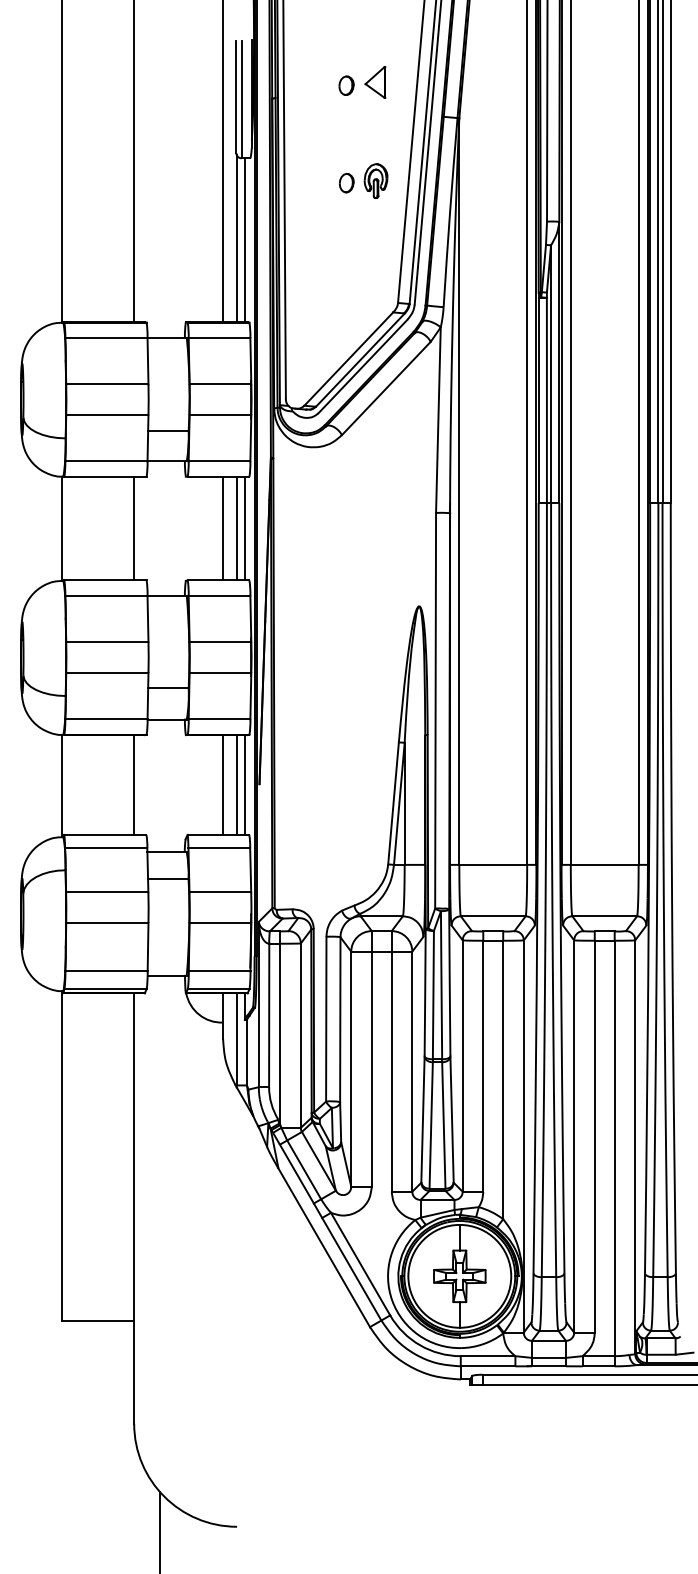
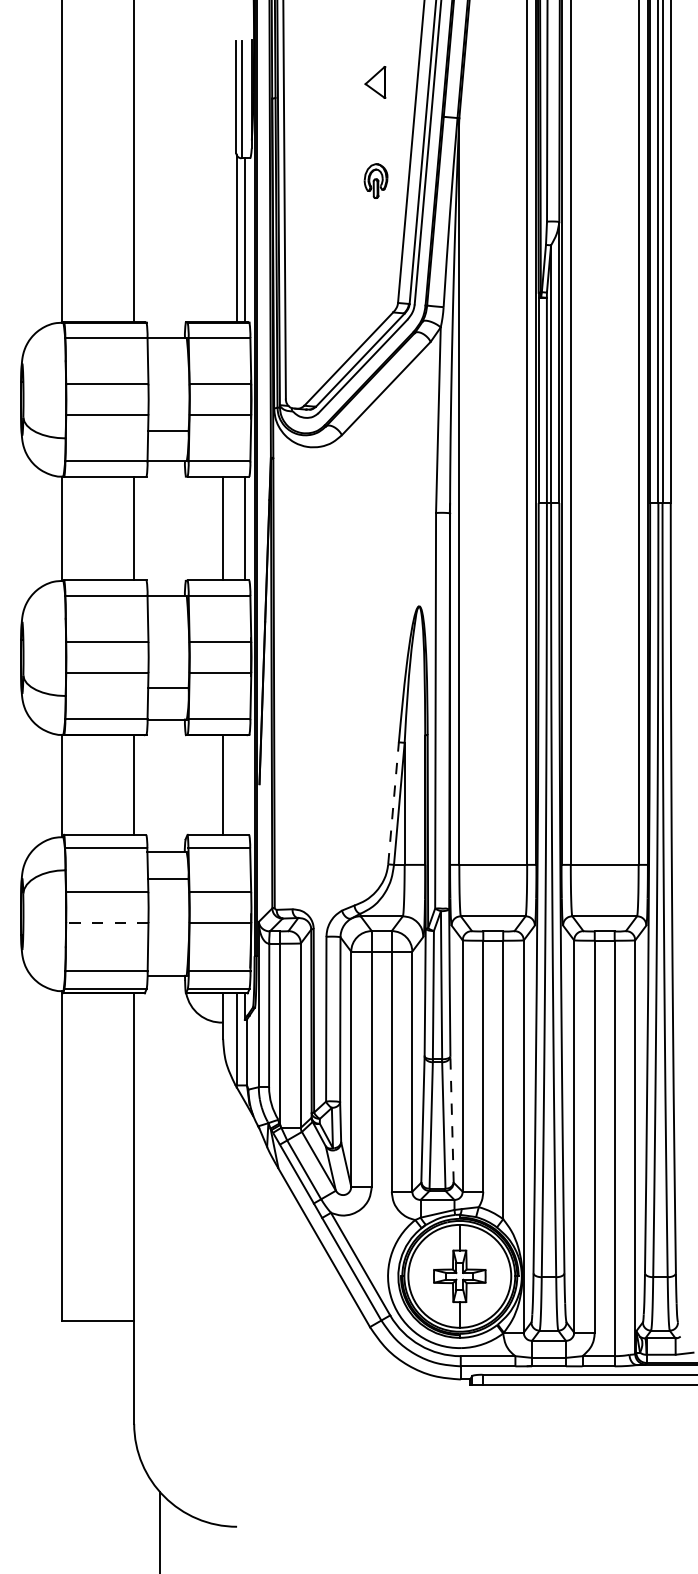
part at (346, 85): present -> none
line at (223, 162): present -> none
part at (346, 182): present -> none
line at (236, 528): present -> none
line at (236, 784): present -> none
line at (244, 784): present -> none
line at (393, 802): solid -> dashed
line at (106, 923): solid -> dashed
line at (452, 1119): solid -> dashed
